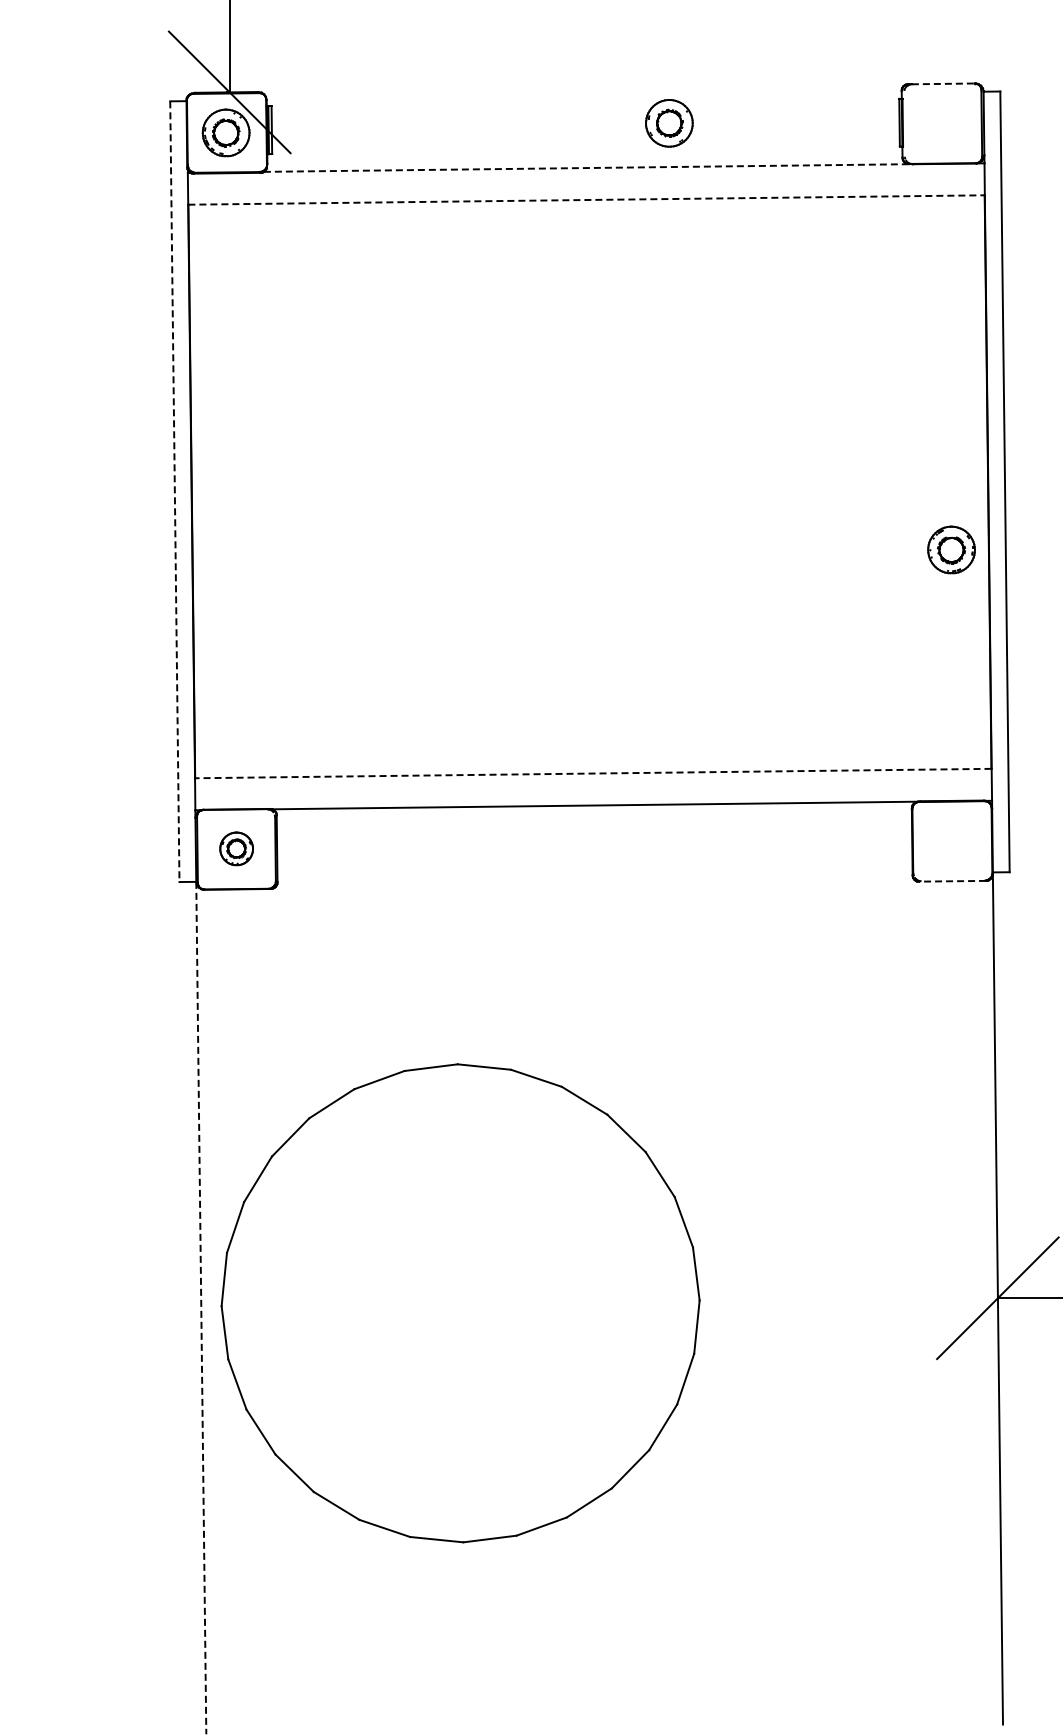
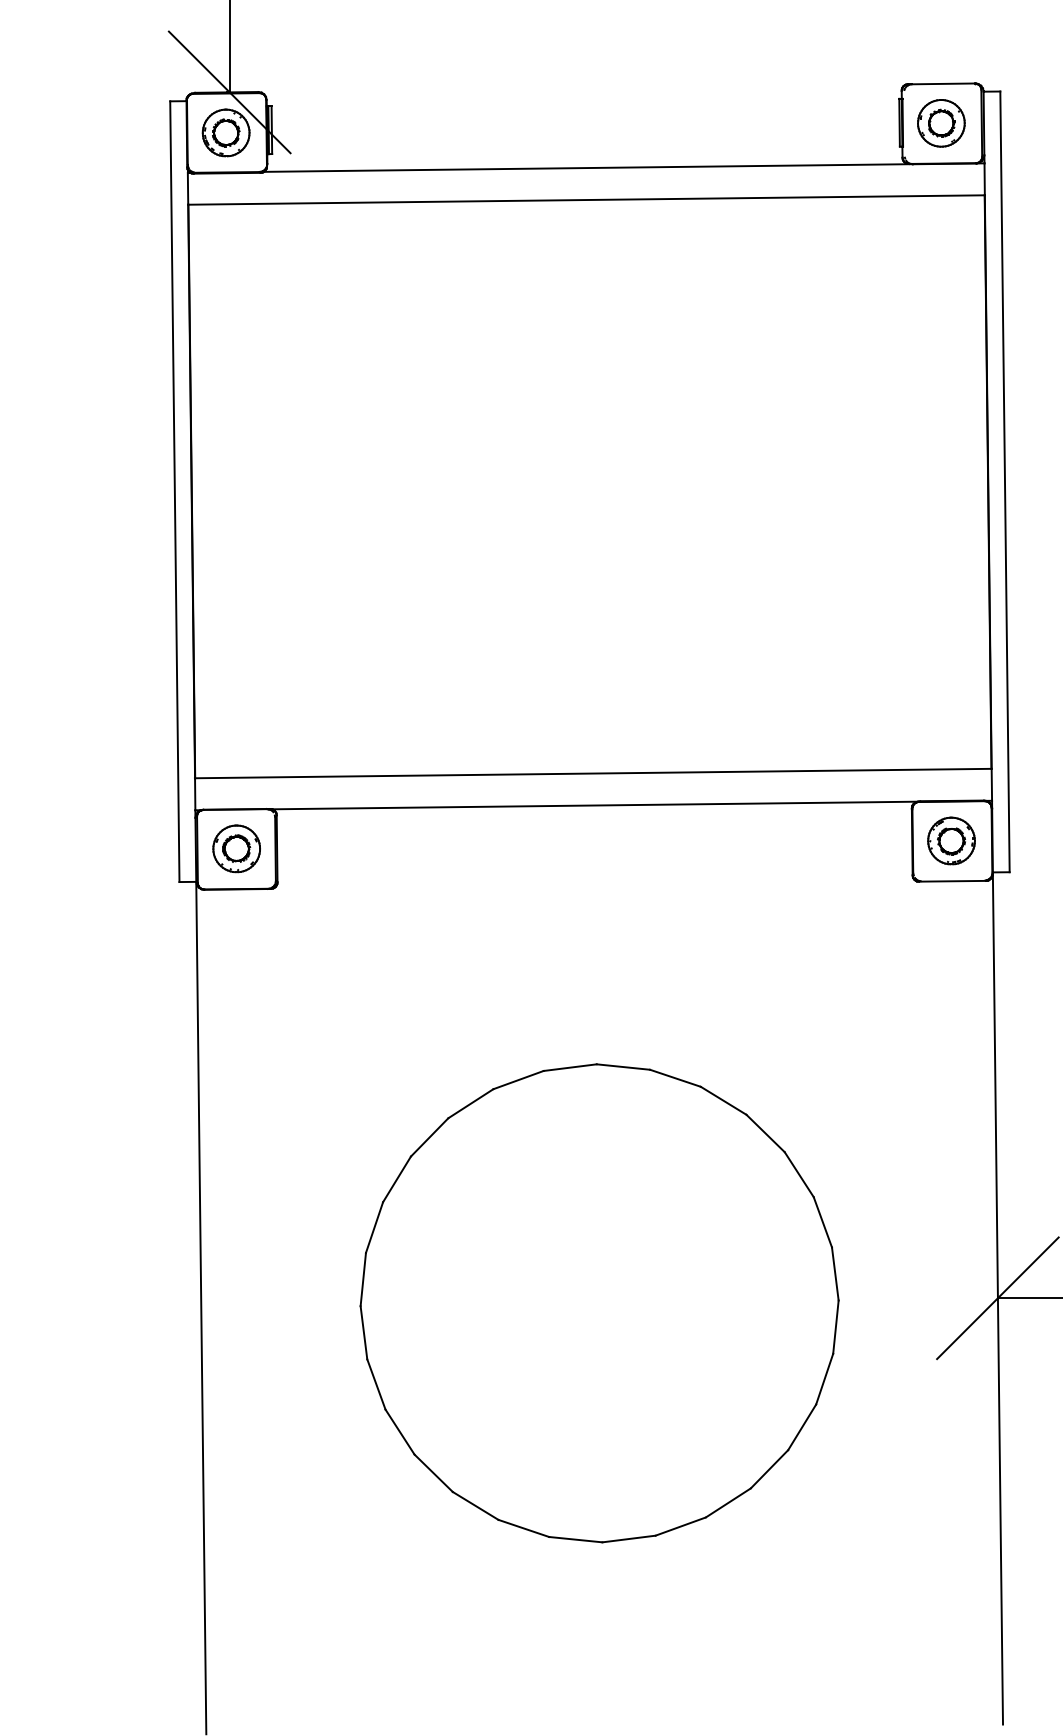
line at (943, 83): dashed -> solid
part at (669, 123) position: (669, 123) -> (941, 123)
line at (588, 168): dashed -> solid
line at (587, 200): dashed -> solid
line at (174, 492): dashed -> solid
part at (951, 549) position: (951, 549) -> (951, 840)
line at (592, 773): dashed -> solid
part at (236, 848) size: 35x36 px -> 49x50 px
line at (952, 881): dashed -> solid
part at (460, 1303) position: (460, 1303) -> (599, 1303)
line at (201, 1308): dashed -> solid
